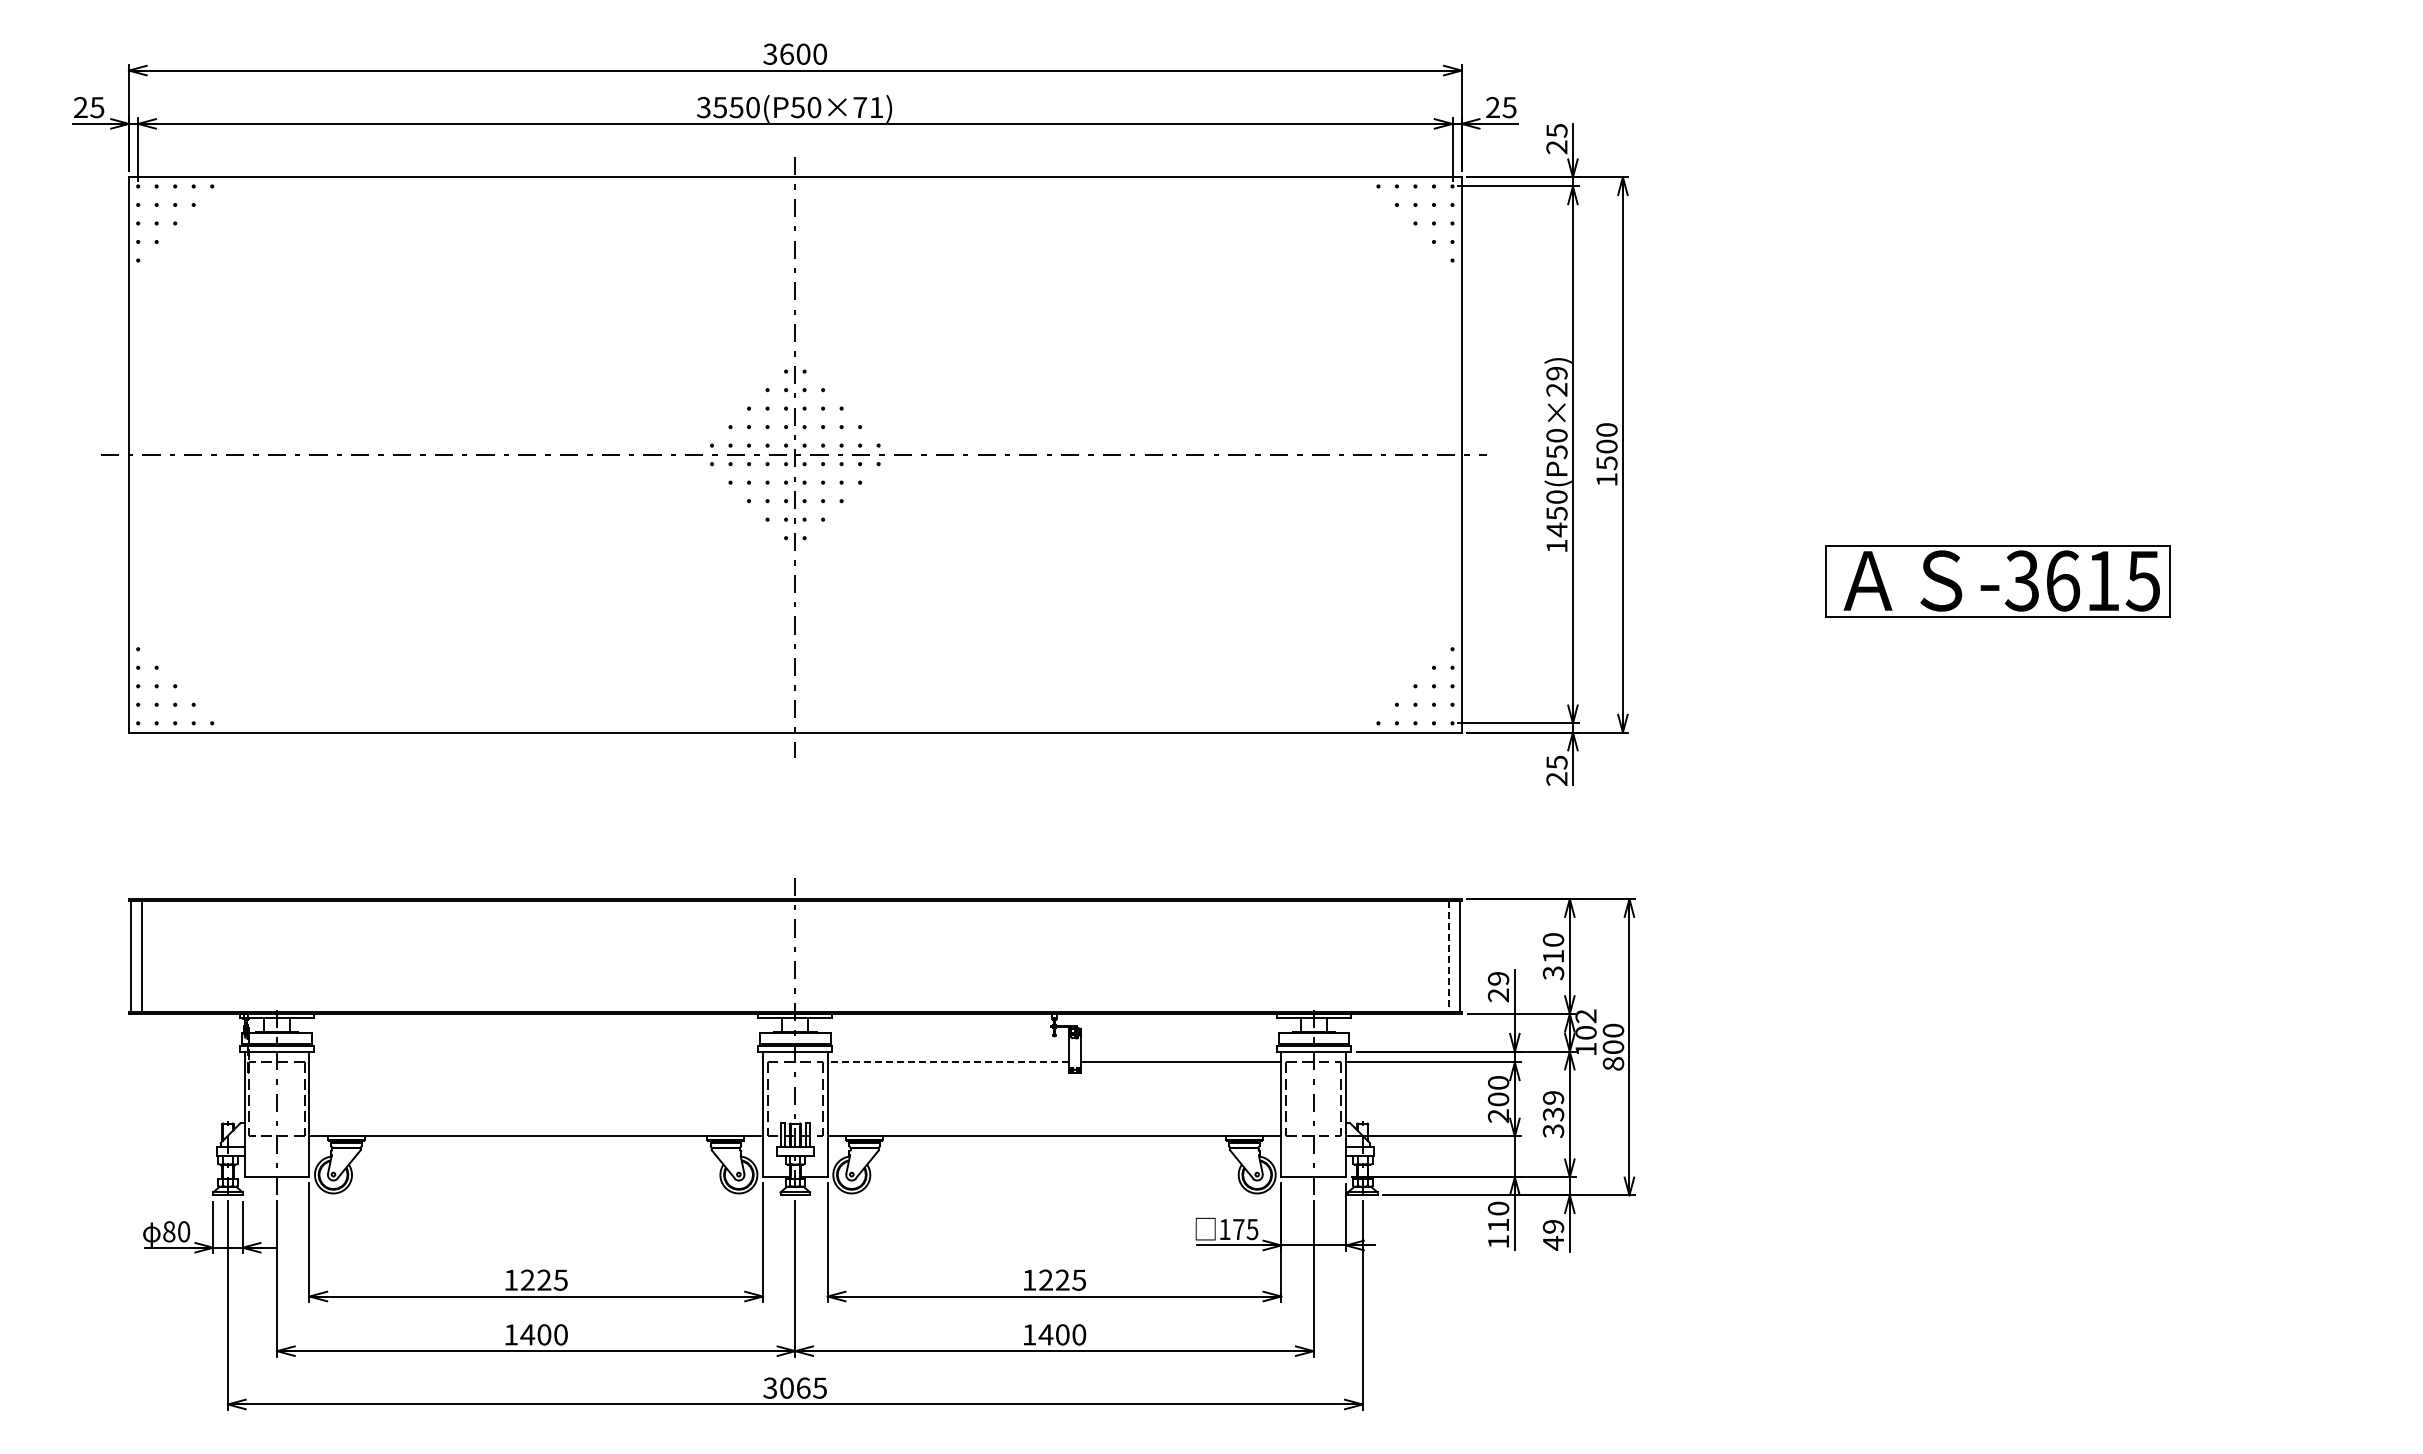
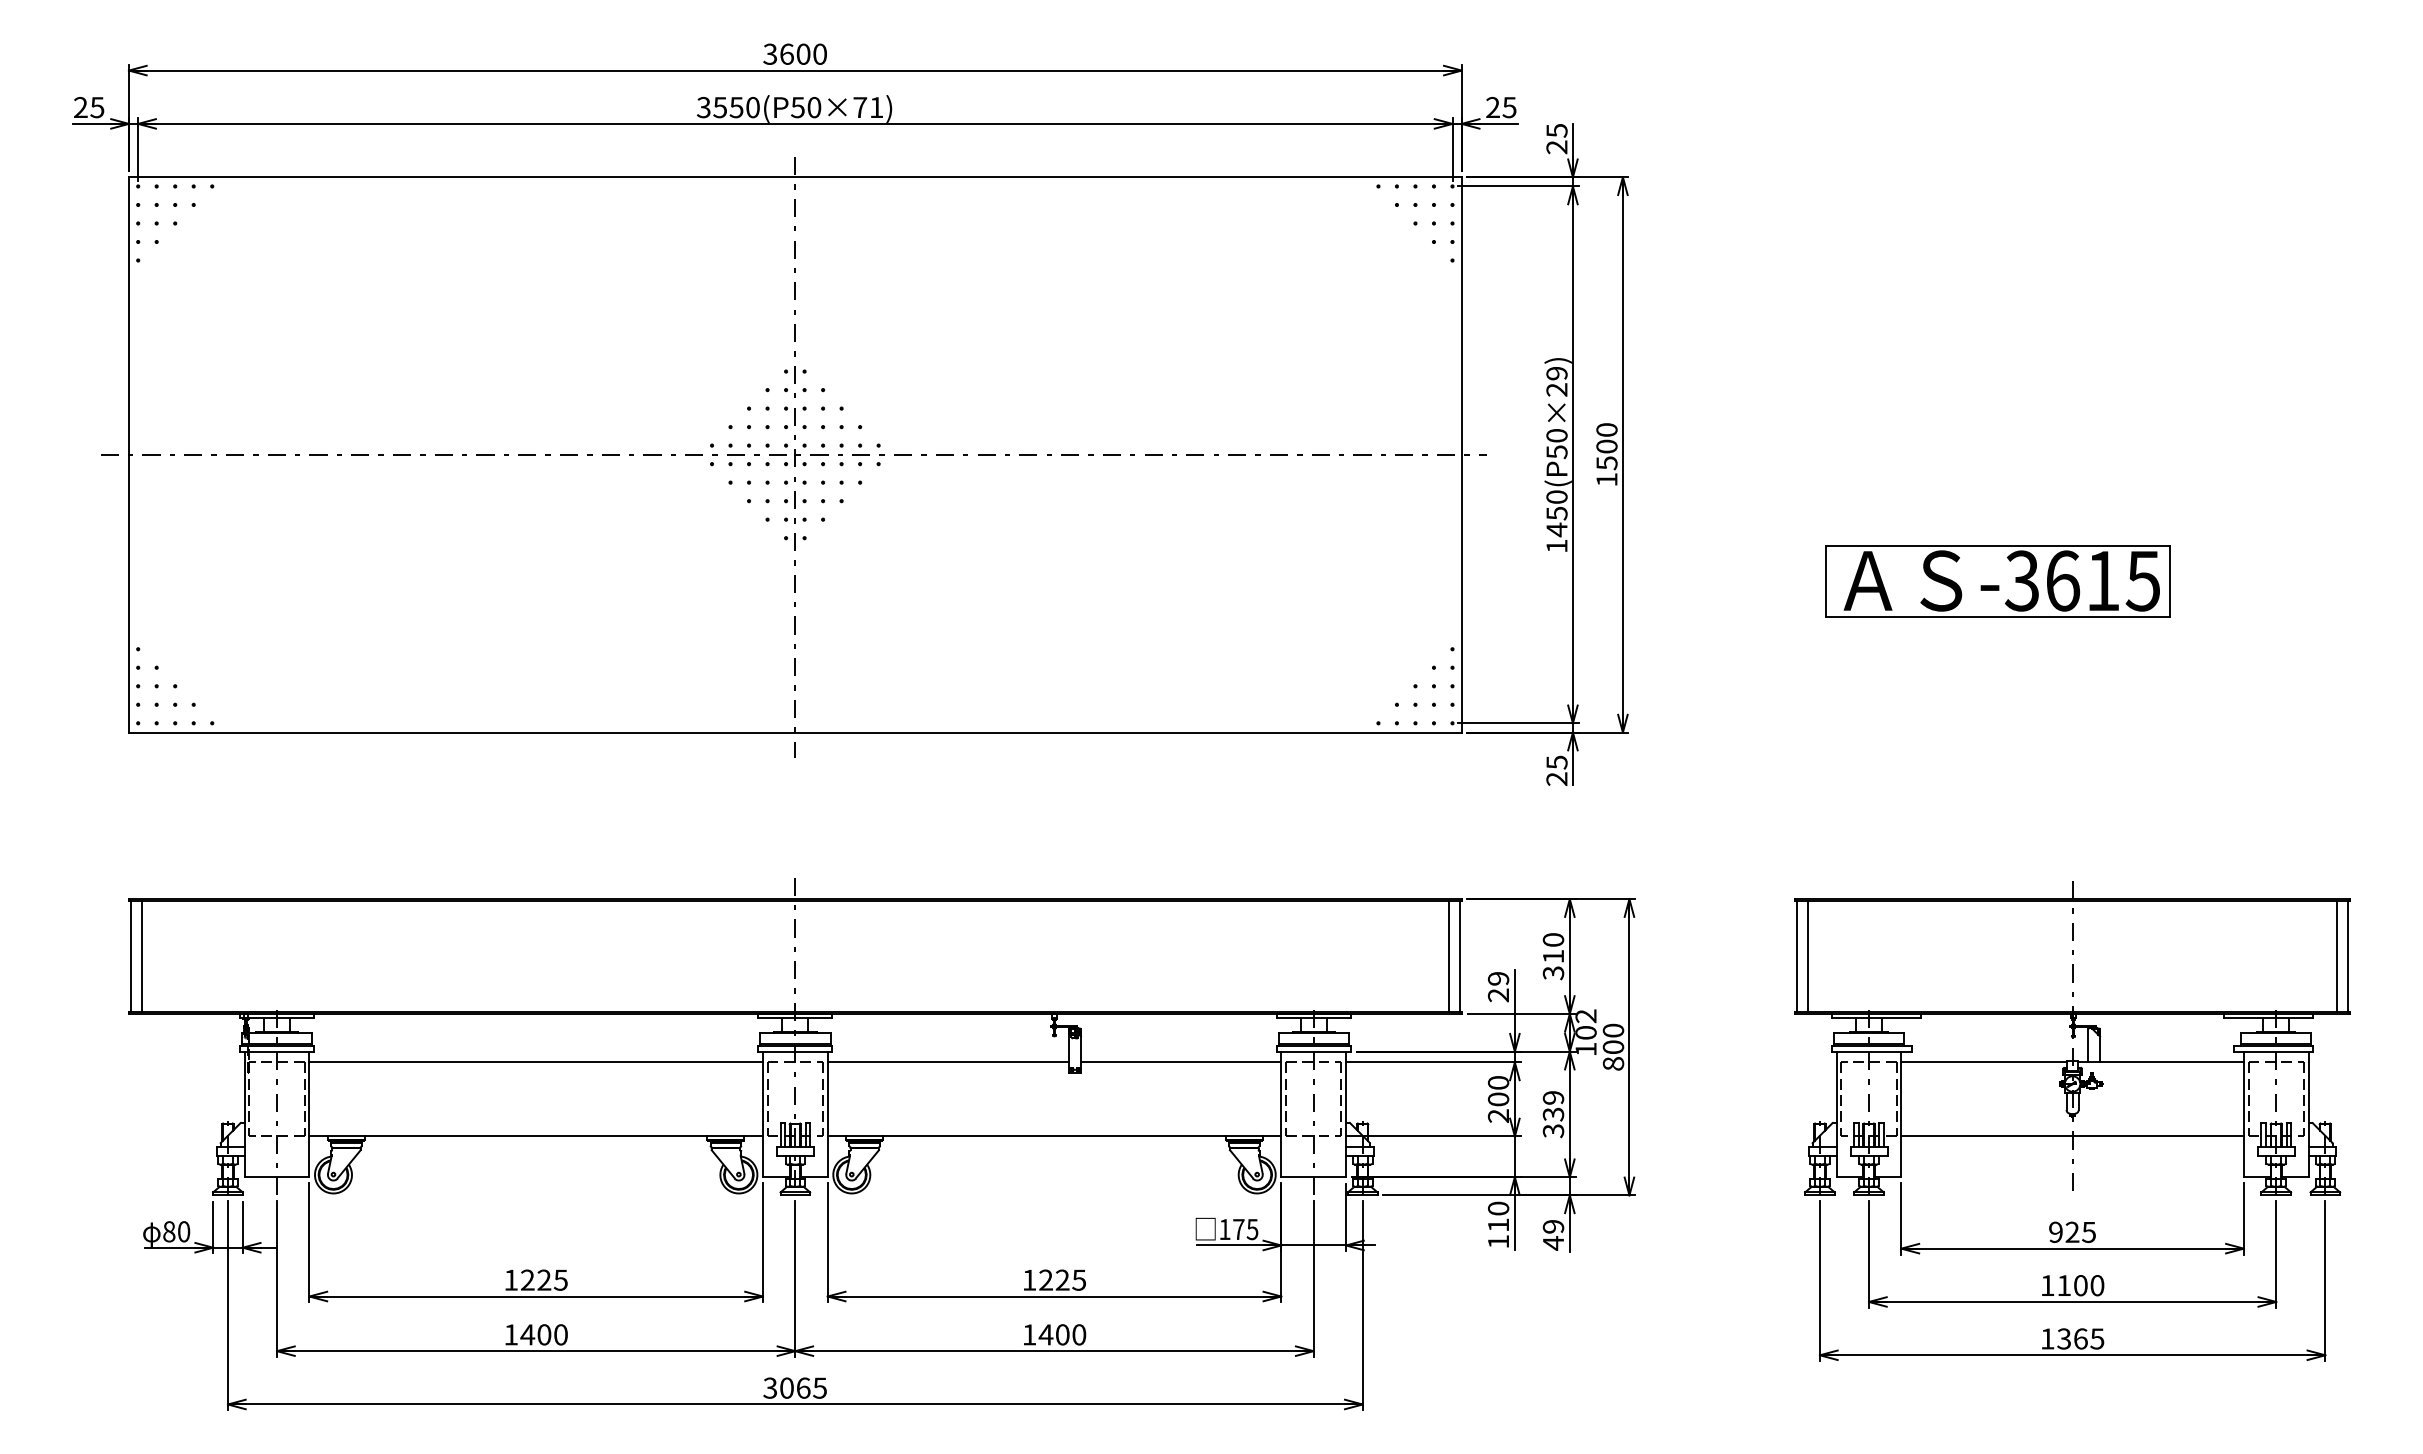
line at (1448, 956): dashed -> solid
line at (535, 1062): none -> present
line at (948, 1062): dashed -> solid
part at (2072, 1121): none -> present
